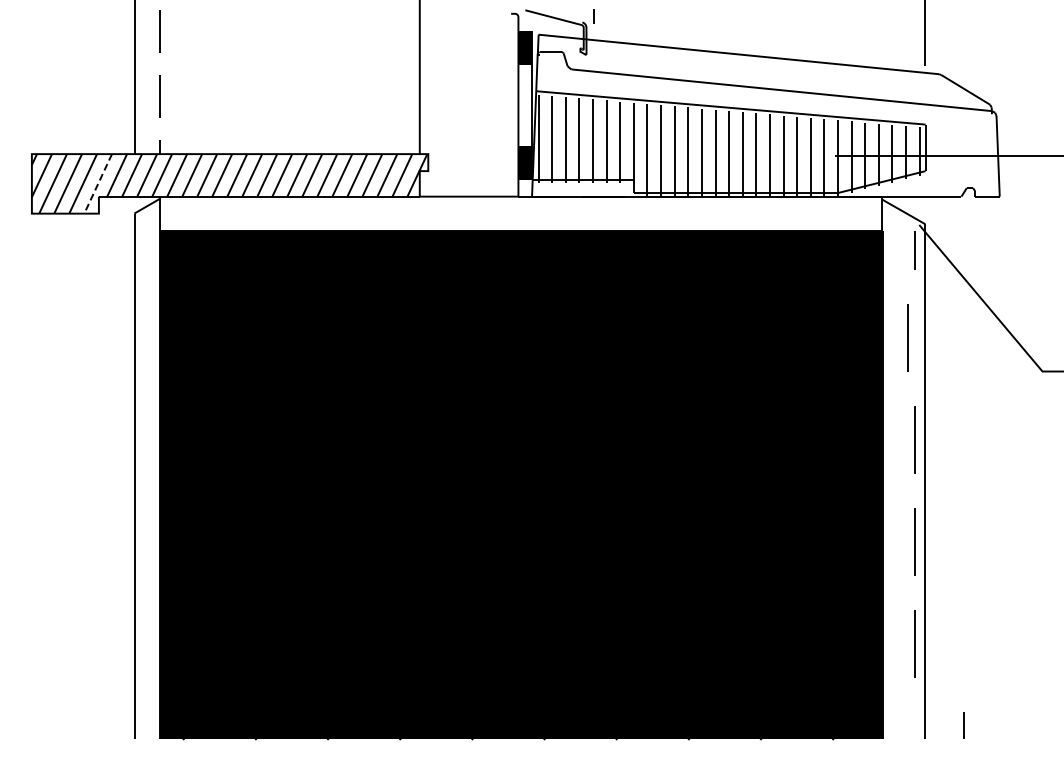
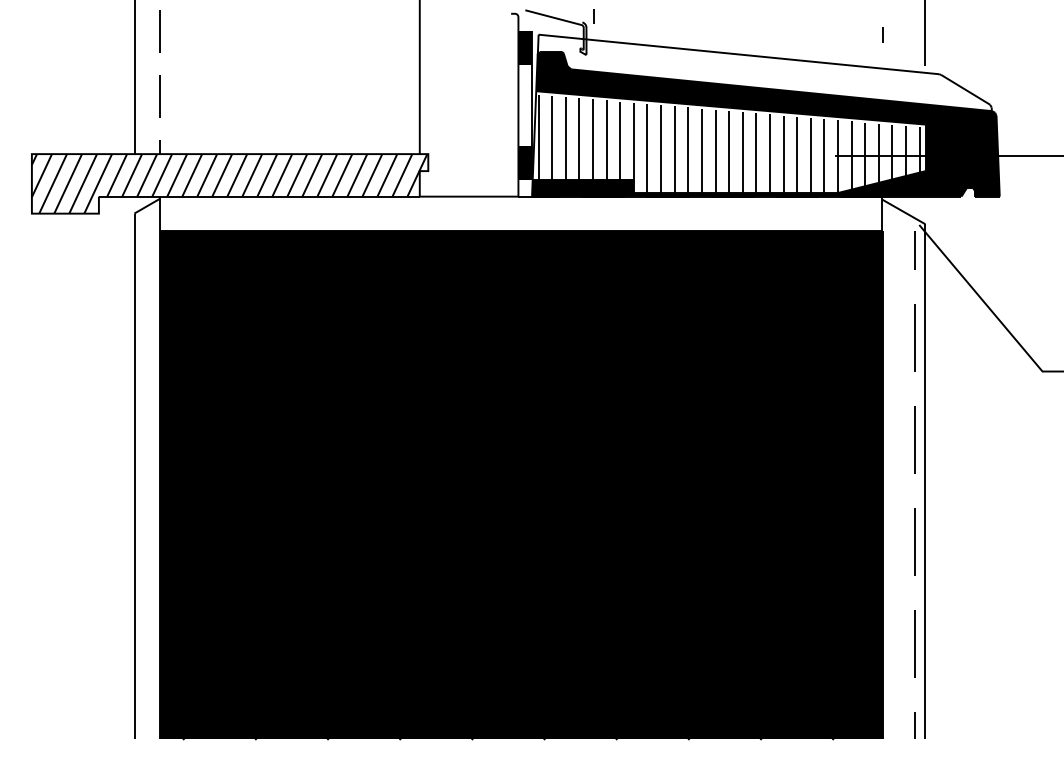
line at (882, 34): none -> present
fill at (765, 124): none -> present
line at (98, 183): dashed -> solid
line at (907, 337) position: (907, 337) -> (914, 337)
line at (963, 725) position: (963, 725) -> (914, 725)
